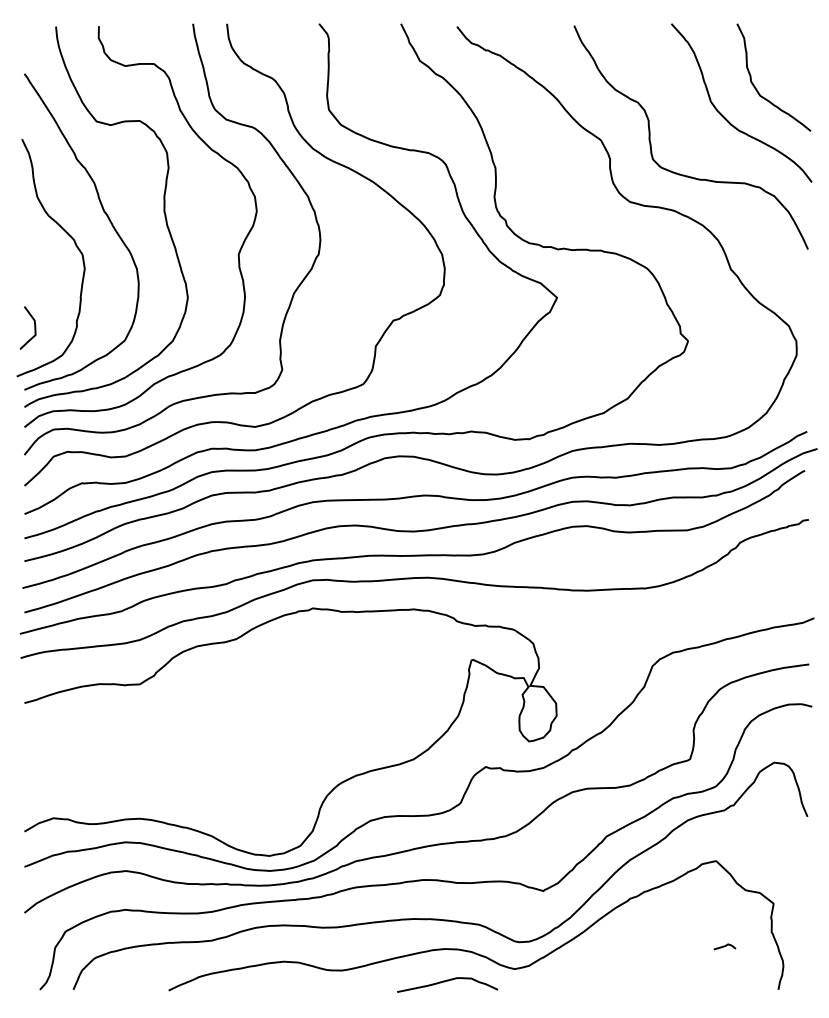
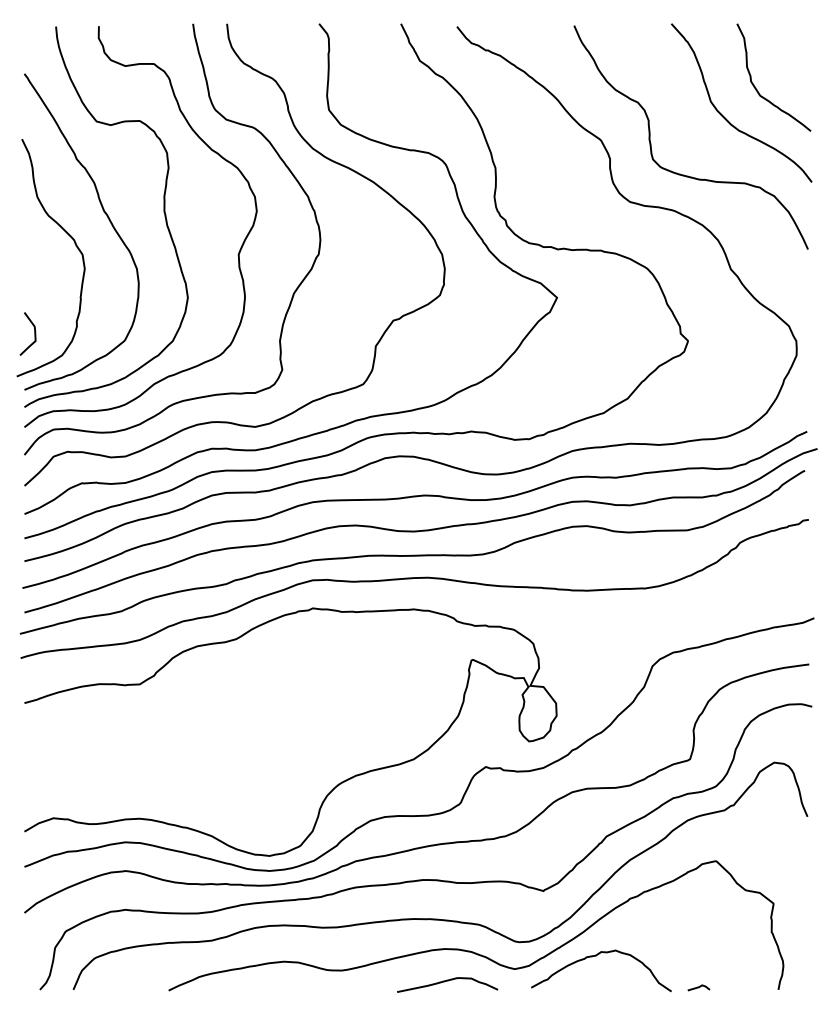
curve at (34, 327) position: (34, 327) -> (34, 333)
line at (724, 946) position: (724, 946) -> (698, 987)
curve at (596, 956): none -> present
